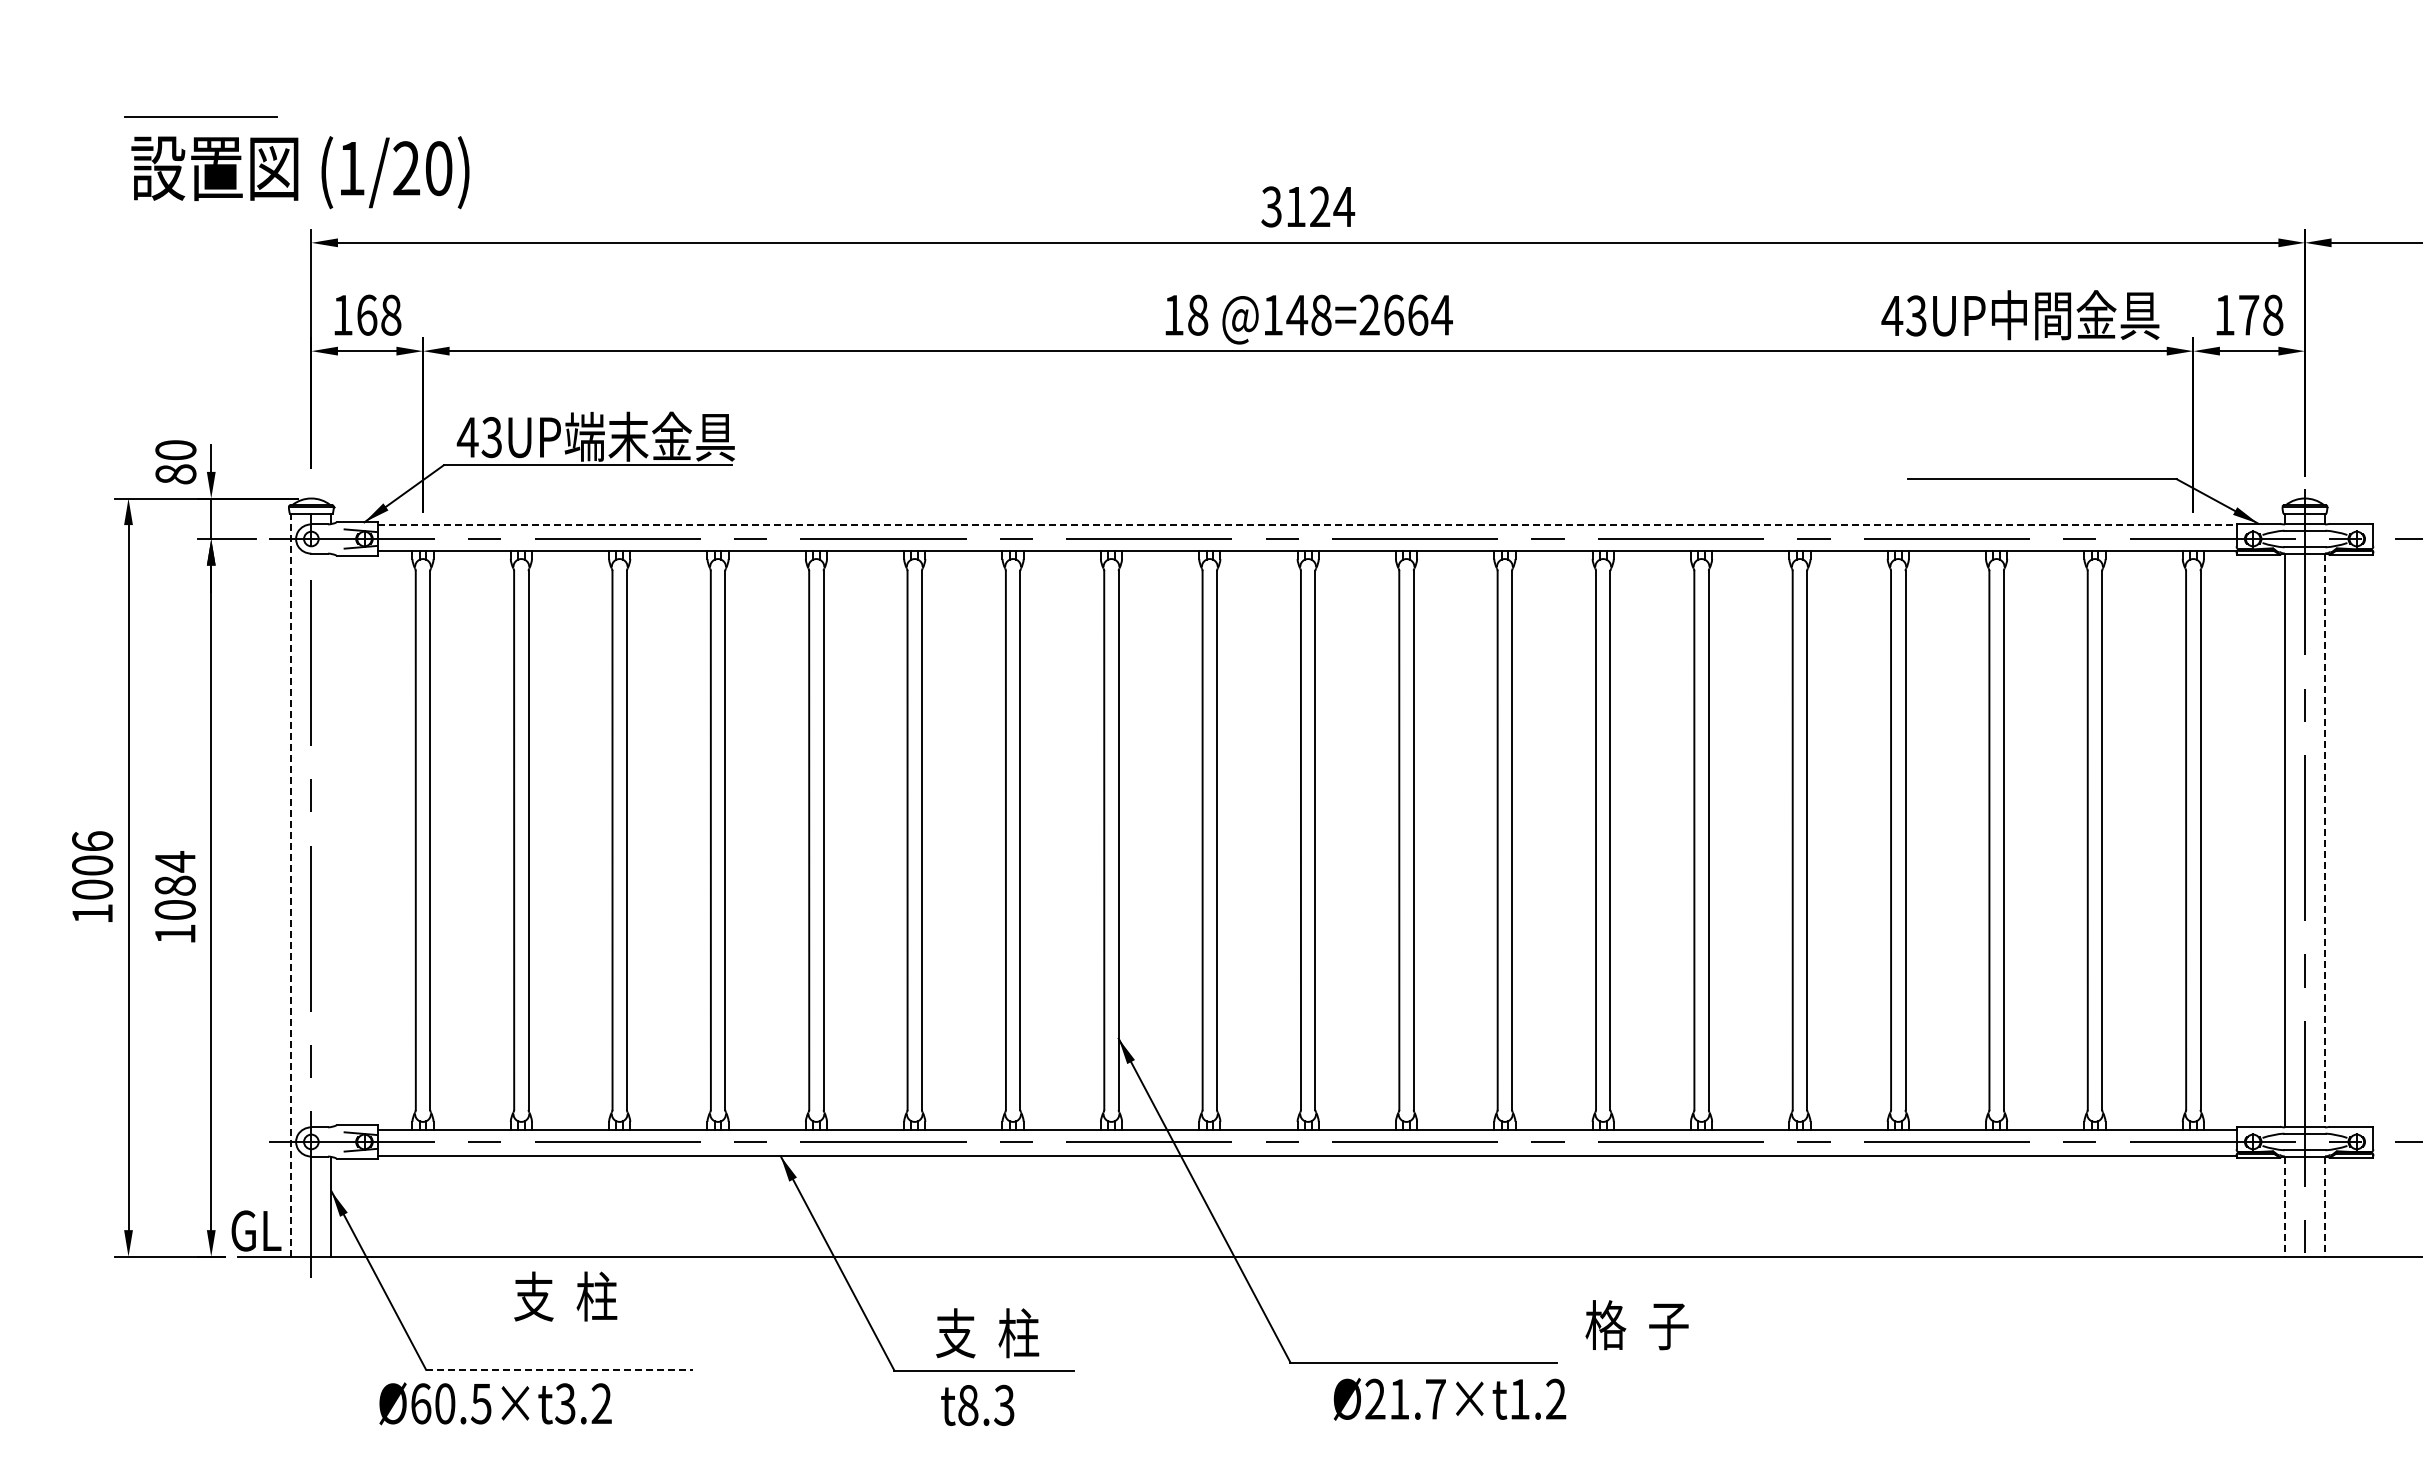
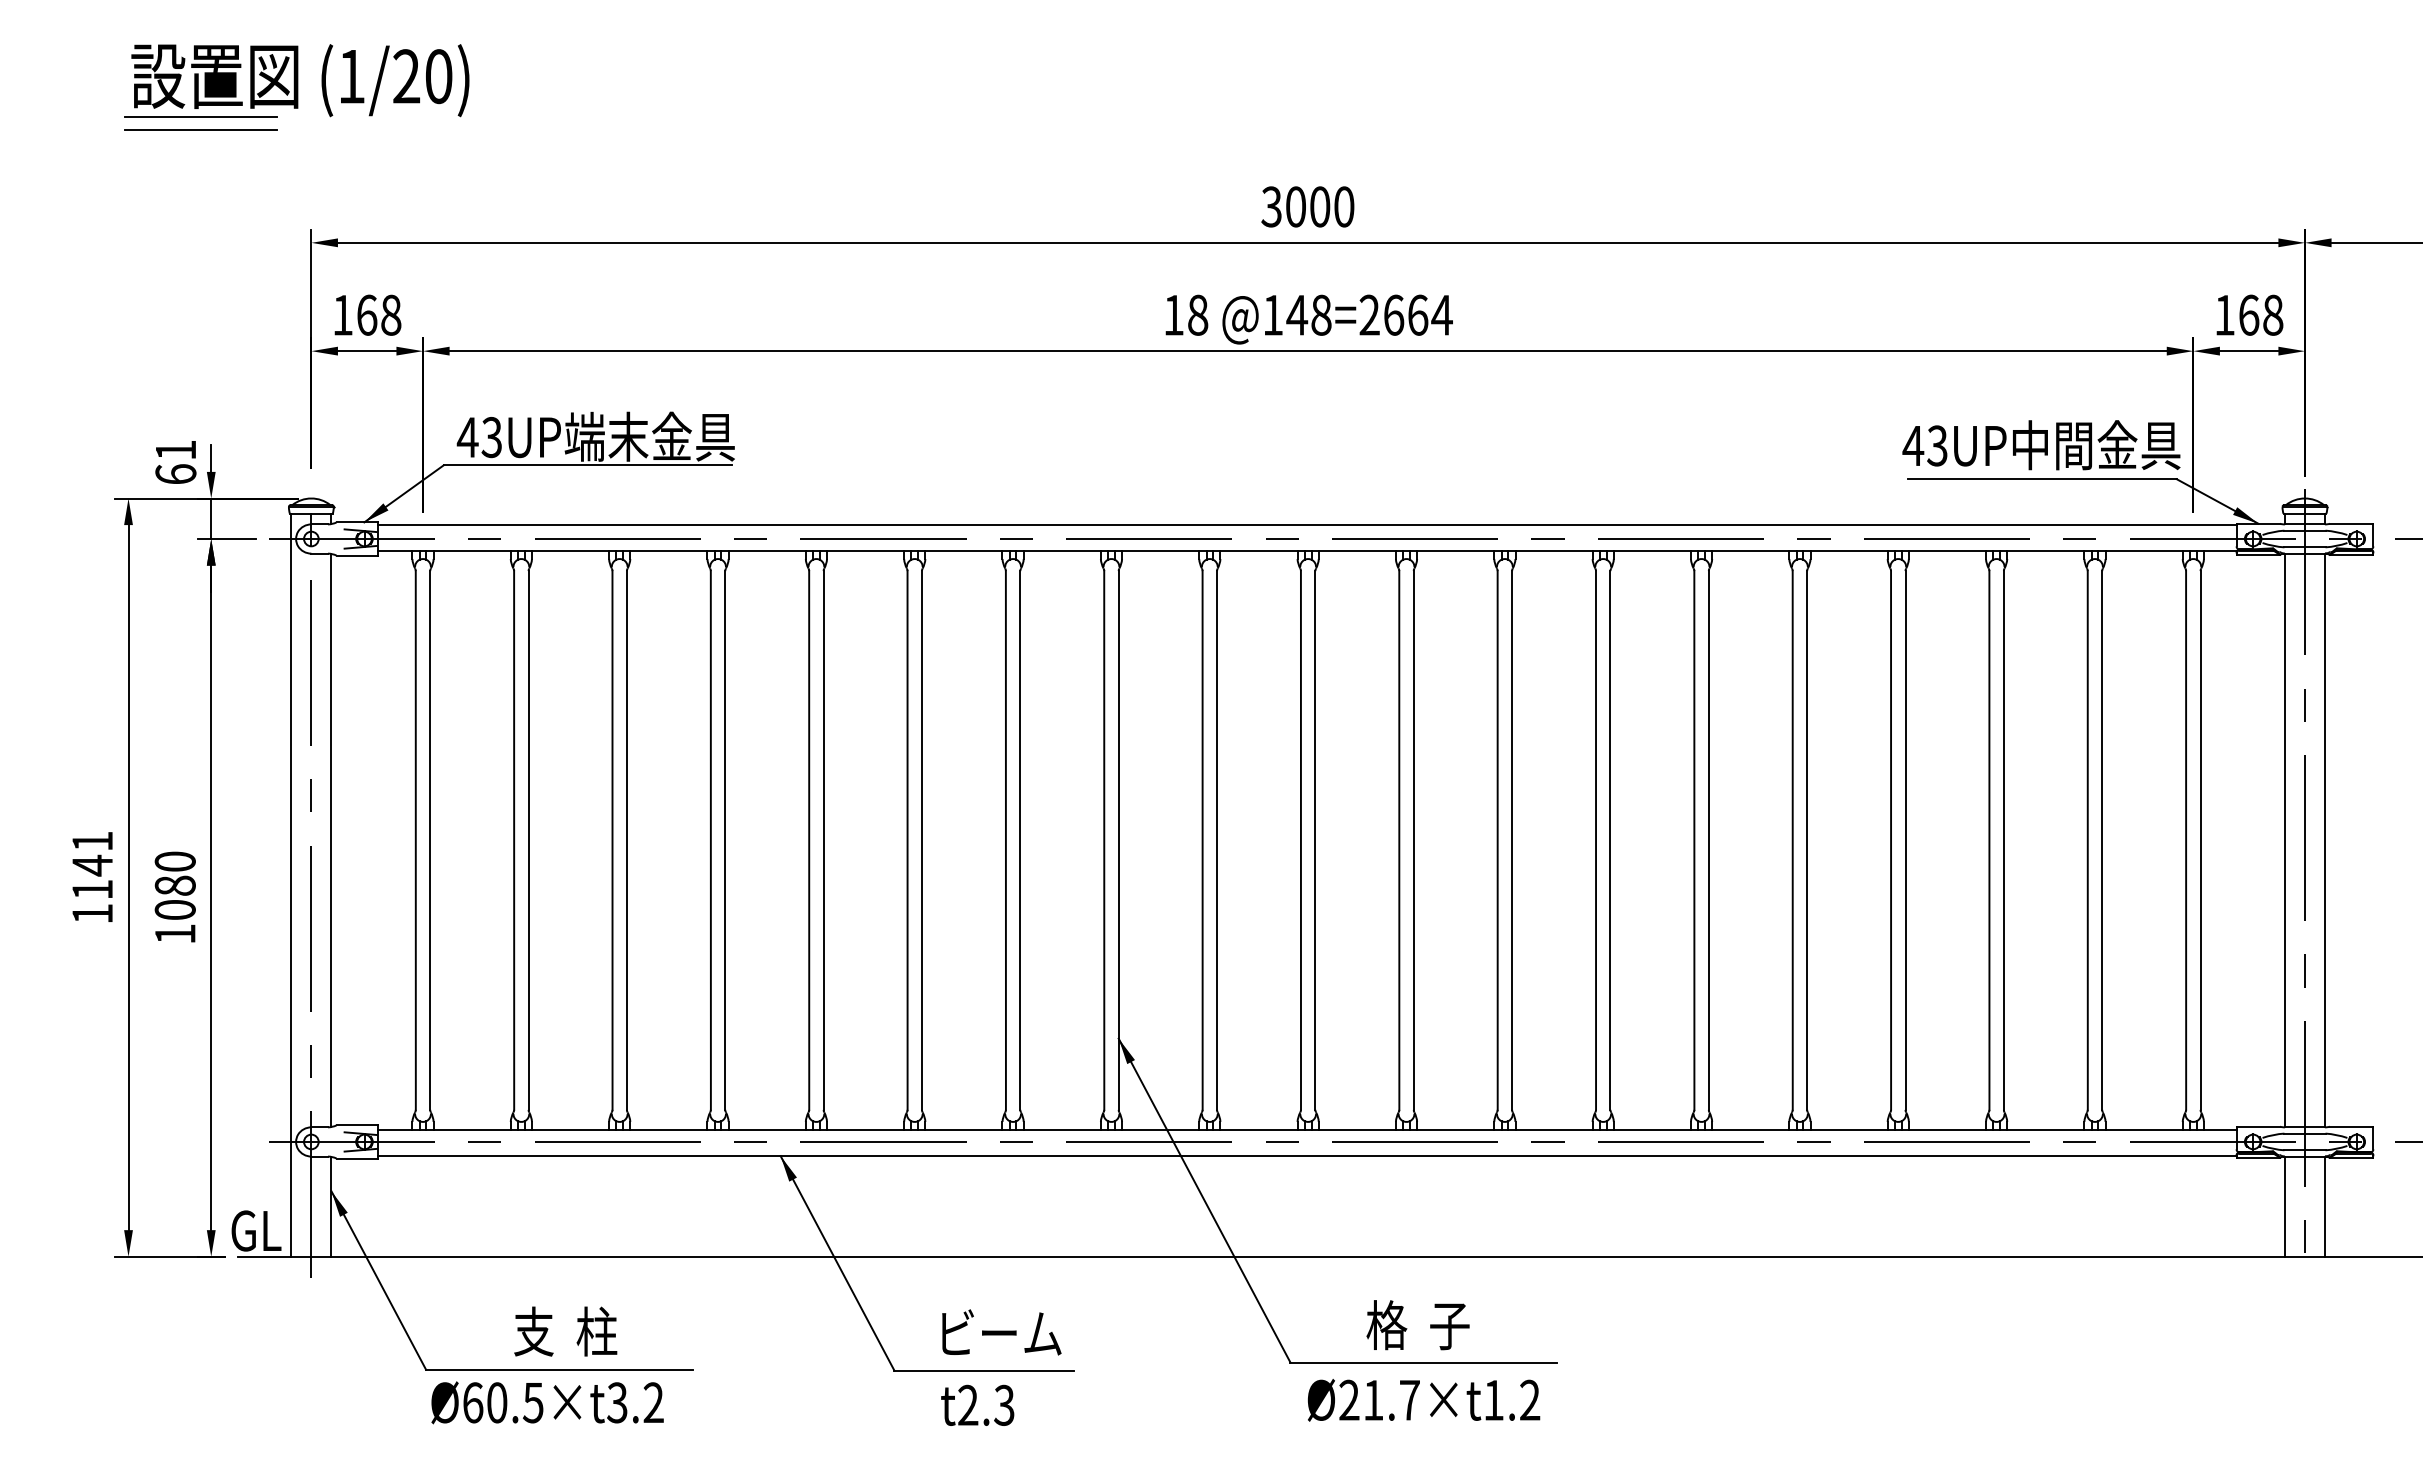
line at (200, 129): none -> present
text at (300, 172) position: (300, 172) -> (300, 80)
text at (1320, 206): 3124 -> 3000
text at (2249, 314): 178 -> 168
text at (2020, 315) position: (2020, 315) -> (2041, 445)
text at (175, 462): 80 -> 61
line at (1307, 524): dashed -> solid
line at (331, 840): none -> present
line at (2325, 840): dashed -> solid
text at (174, 861): 1084 -> 1080
text at (92, 865): 1006 -> 1141
line at (291, 884): dashed -> solid
line at (2284, 1207): dashed -> solid
line at (2325, 1207): dashed -> solid
text at (565, 1296) position: (565, 1296) -> (565, 1331)
text at (1636, 1325) position: (1636, 1325) -> (1417, 1325)
text at (998, 1333): 支  柱 -> ビーム
line at (559, 1369): dashed -> solid
text at (1449, 1399) position: (1449, 1399) -> (1423, 1400)
text at (495, 1403) position: (495, 1403) -> (547, 1402)
text at (968, 1404): t8.3 -> t2.3
